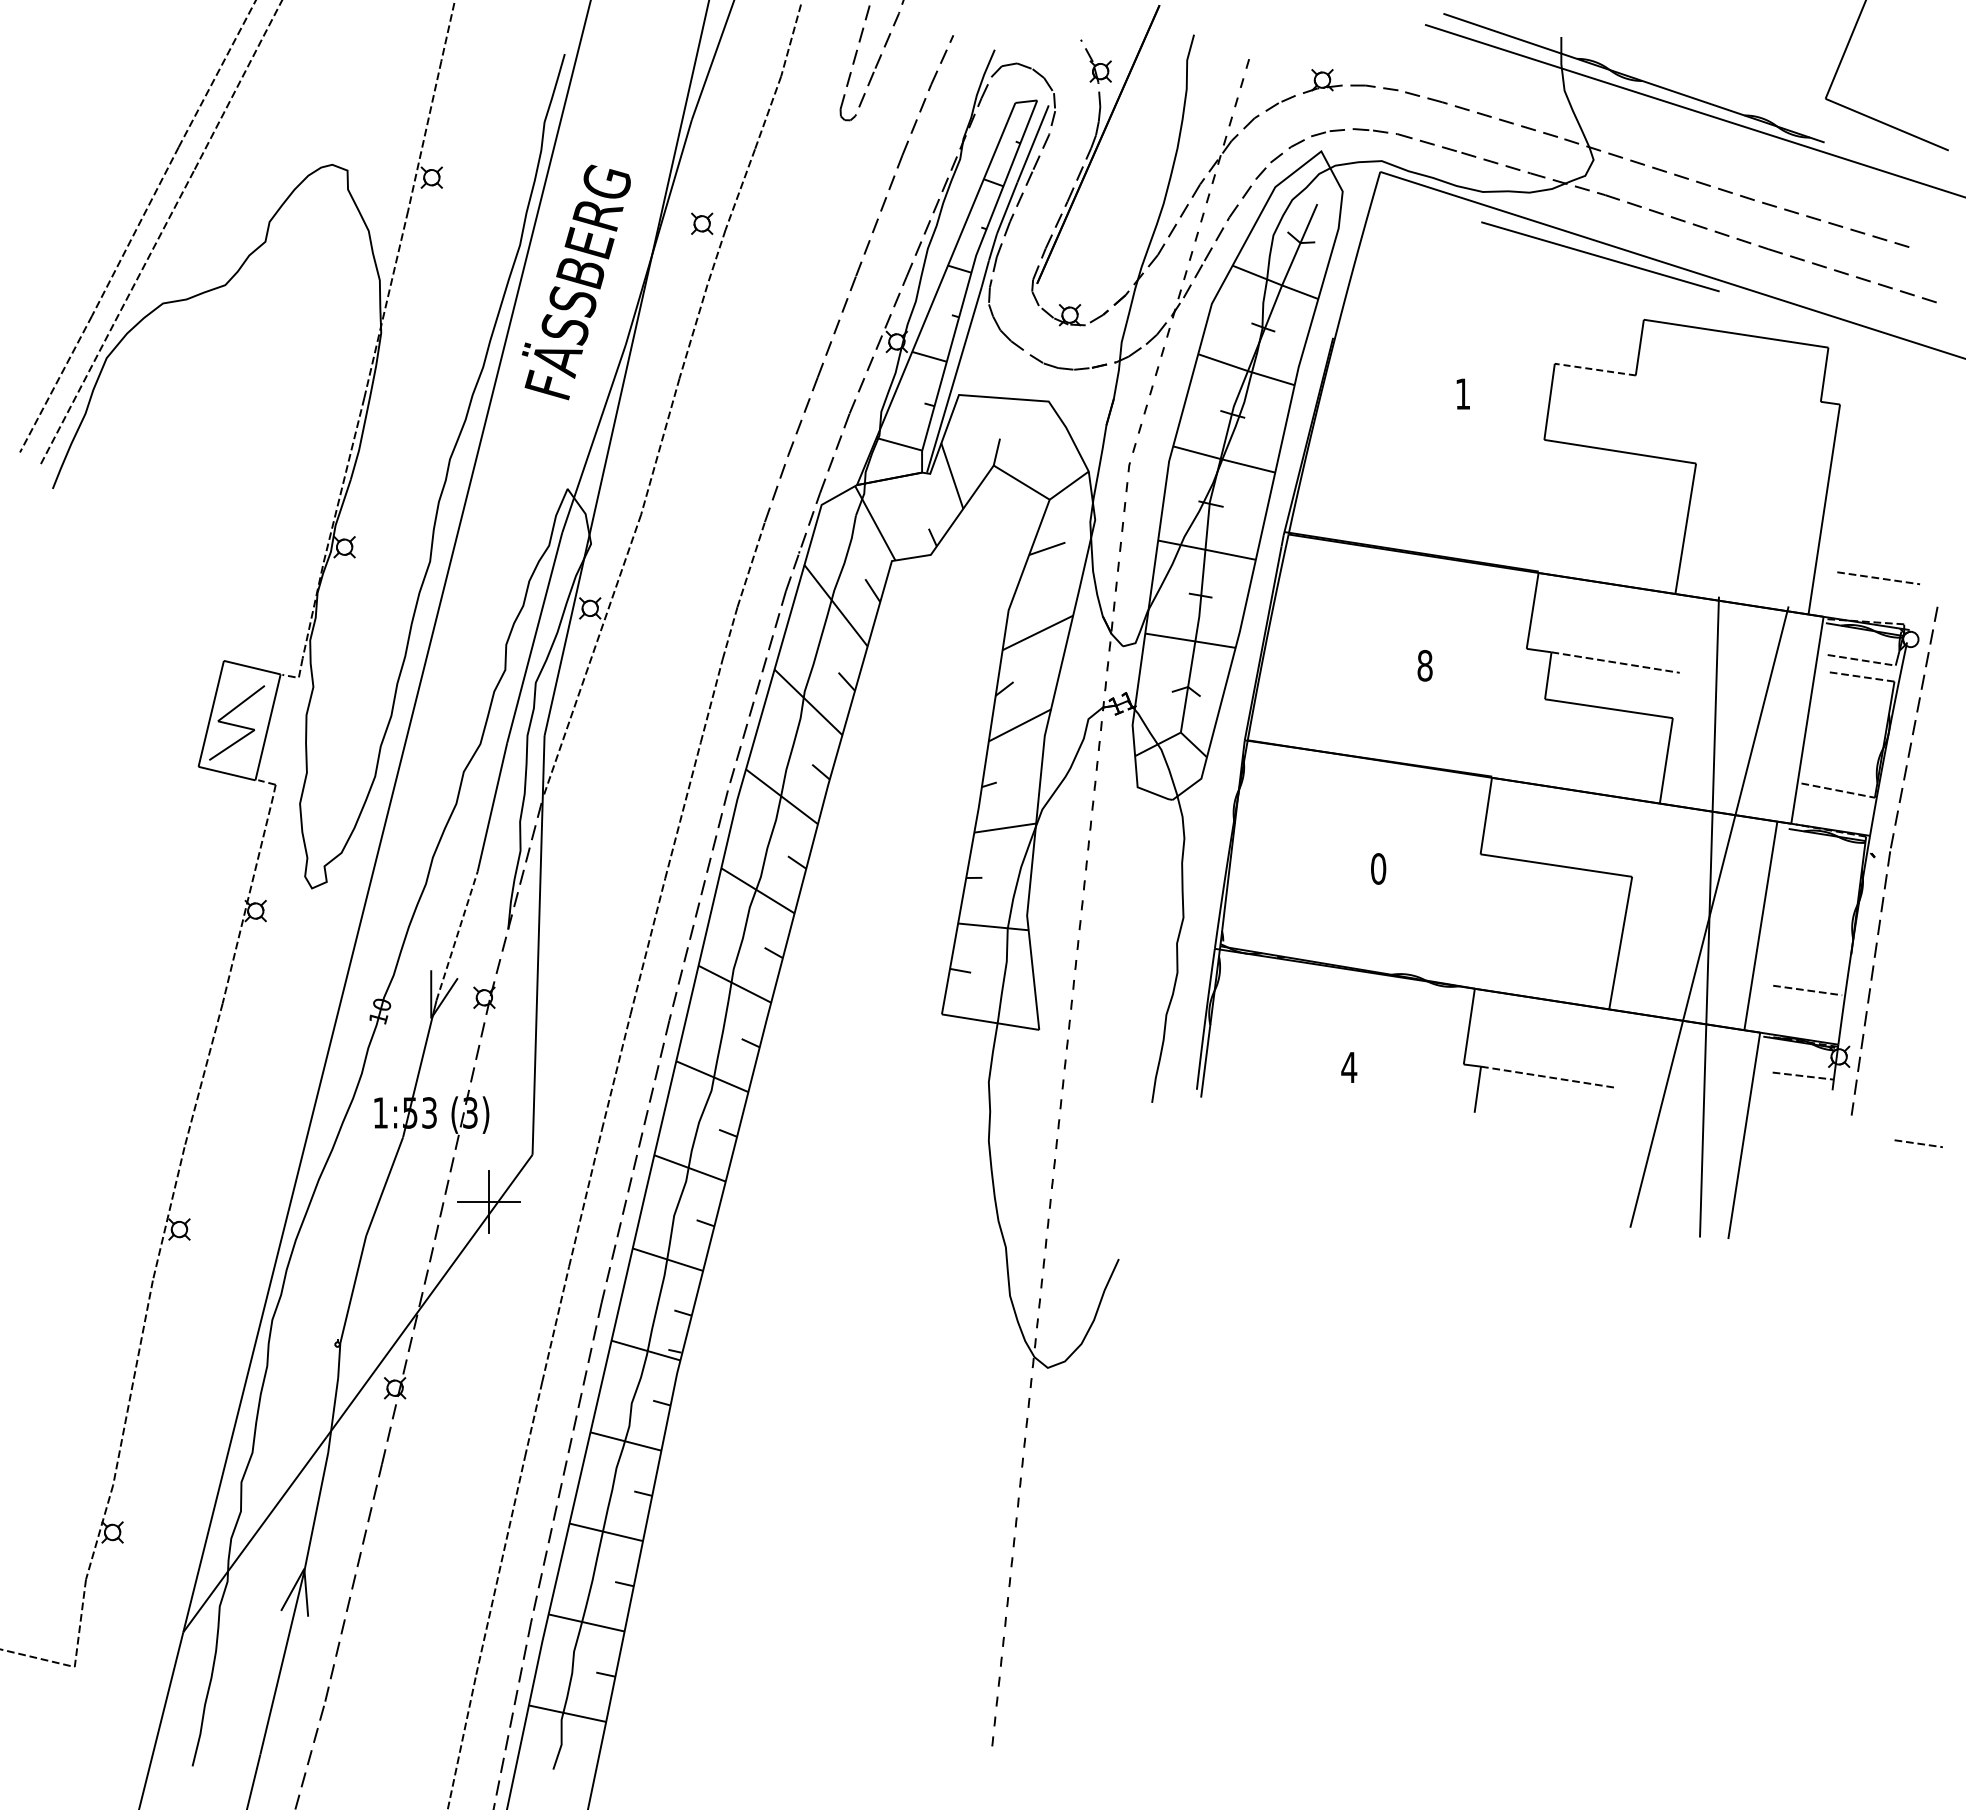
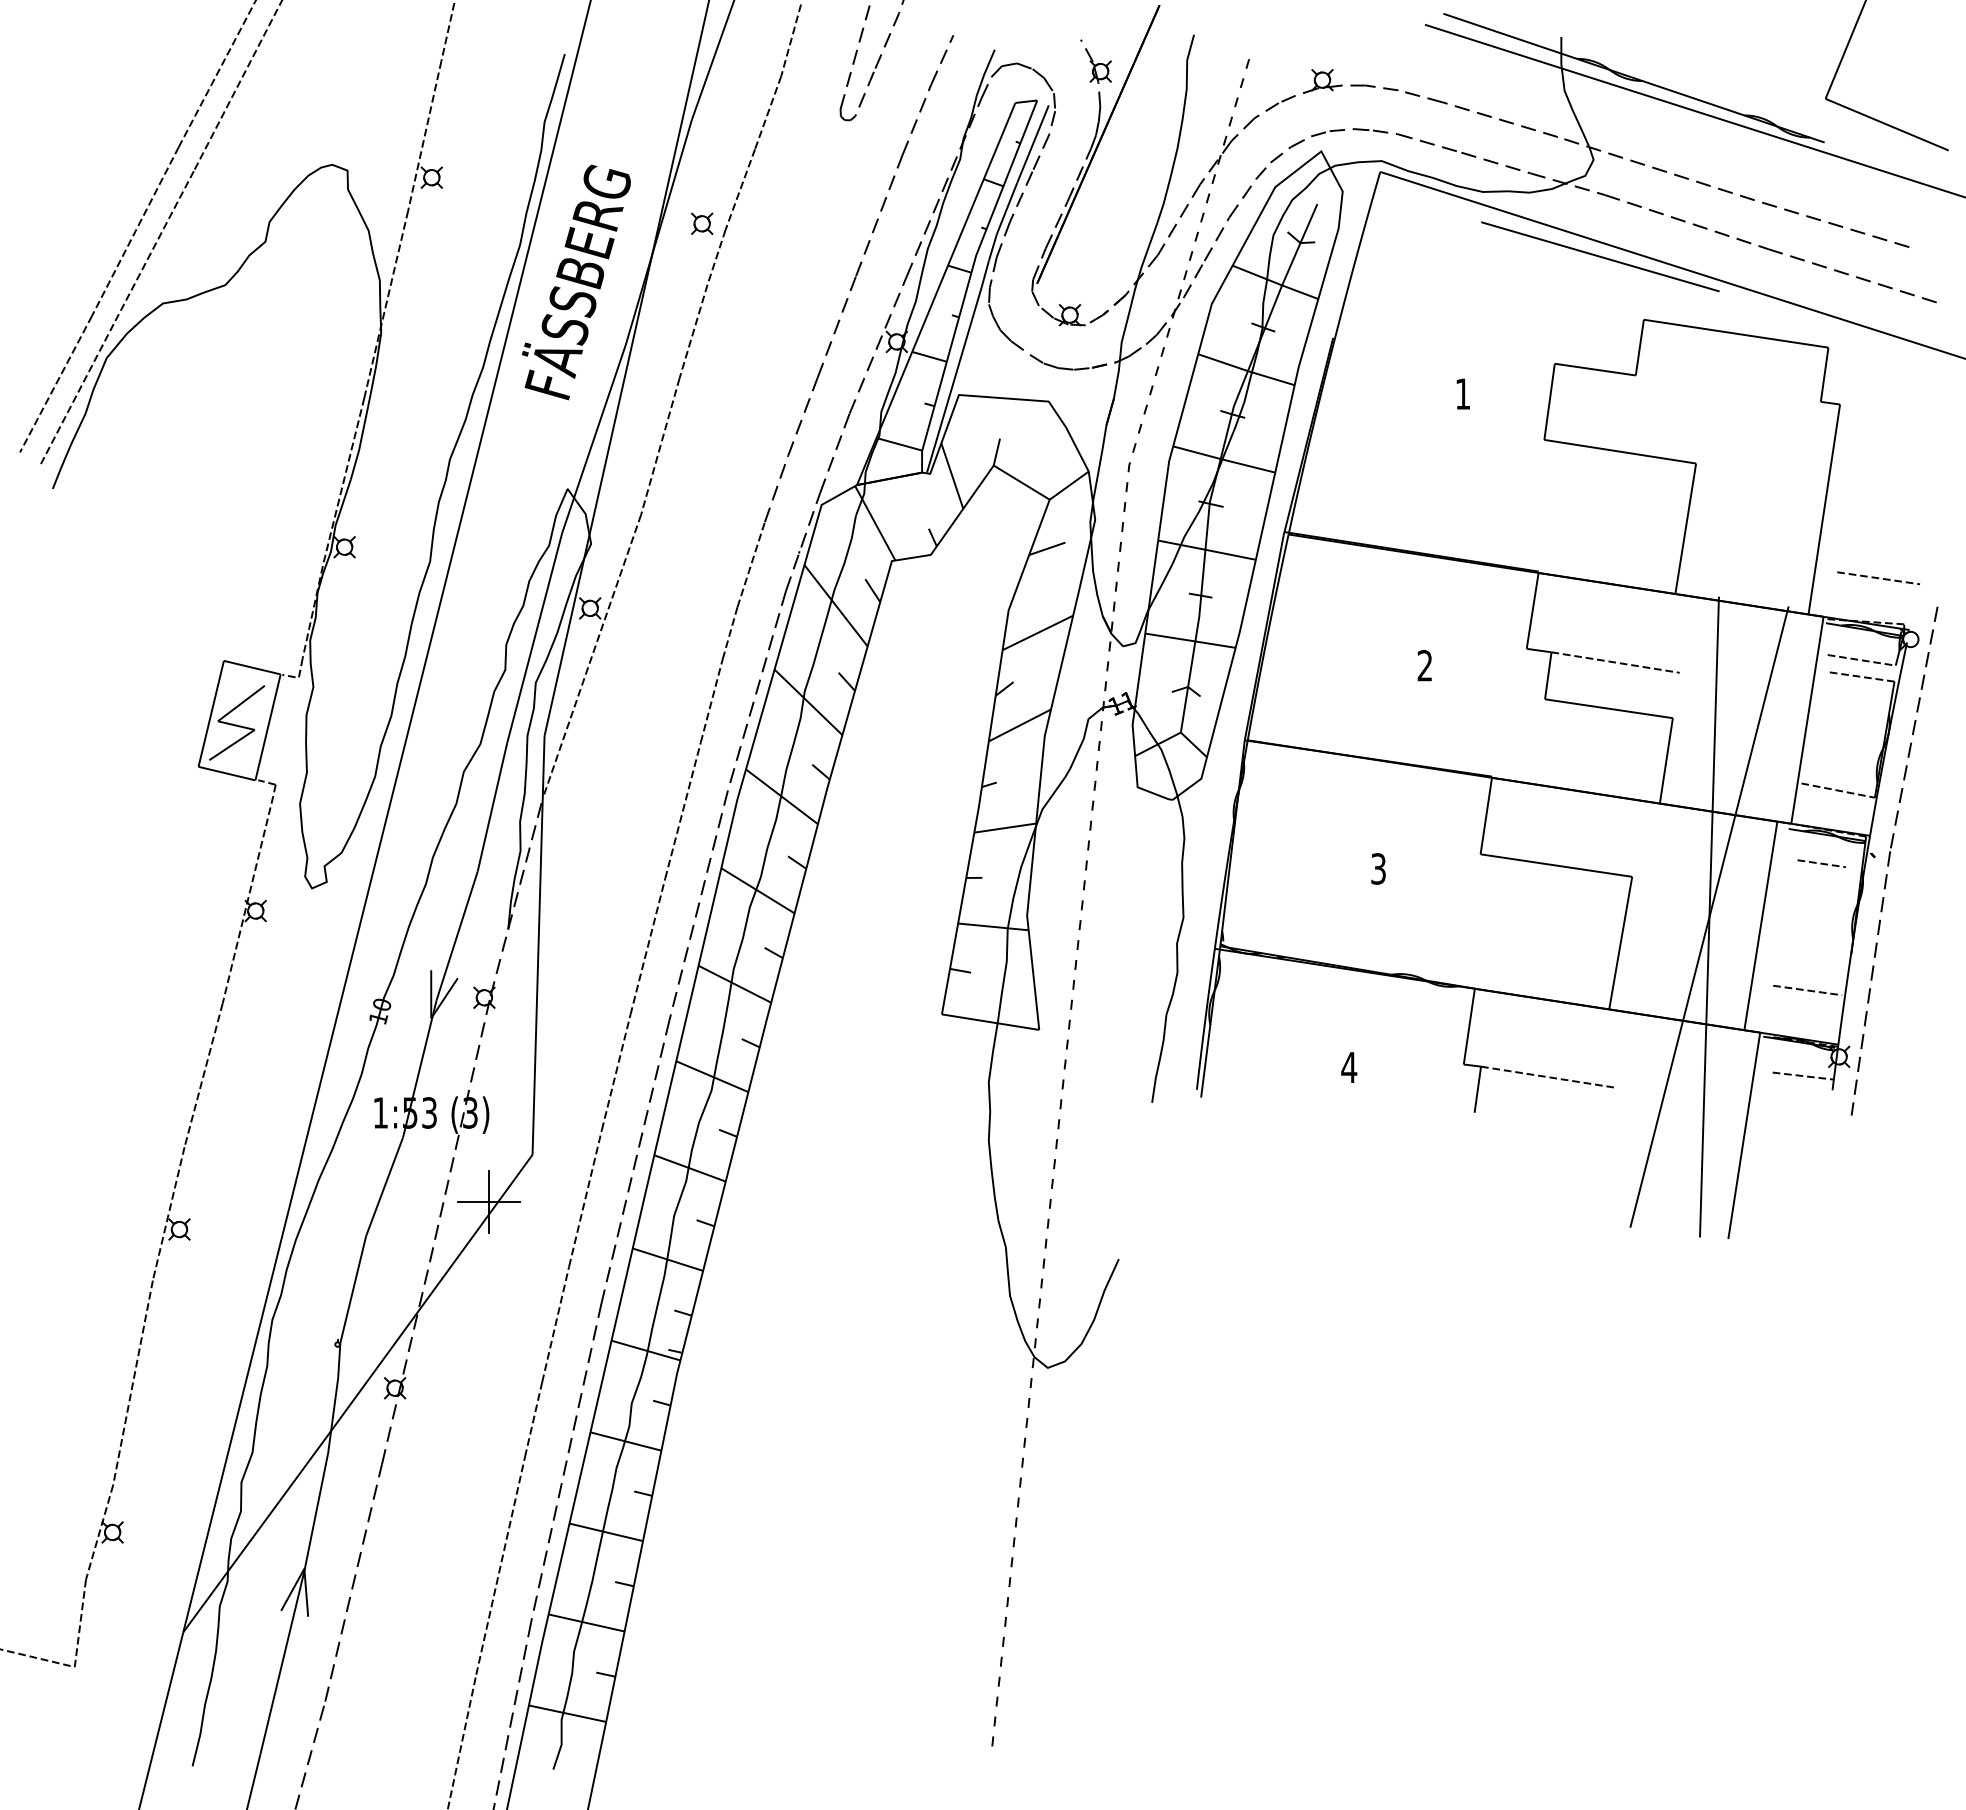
line at (1595, 369): dashed -> solid
text at (1424, 665): 8 -> 2
text at (1378, 868): 0 -> 3
line at (457, 935): dashed -> solid
line at (1918, 1143) position: (1918, 1143) -> (1821, 863)
